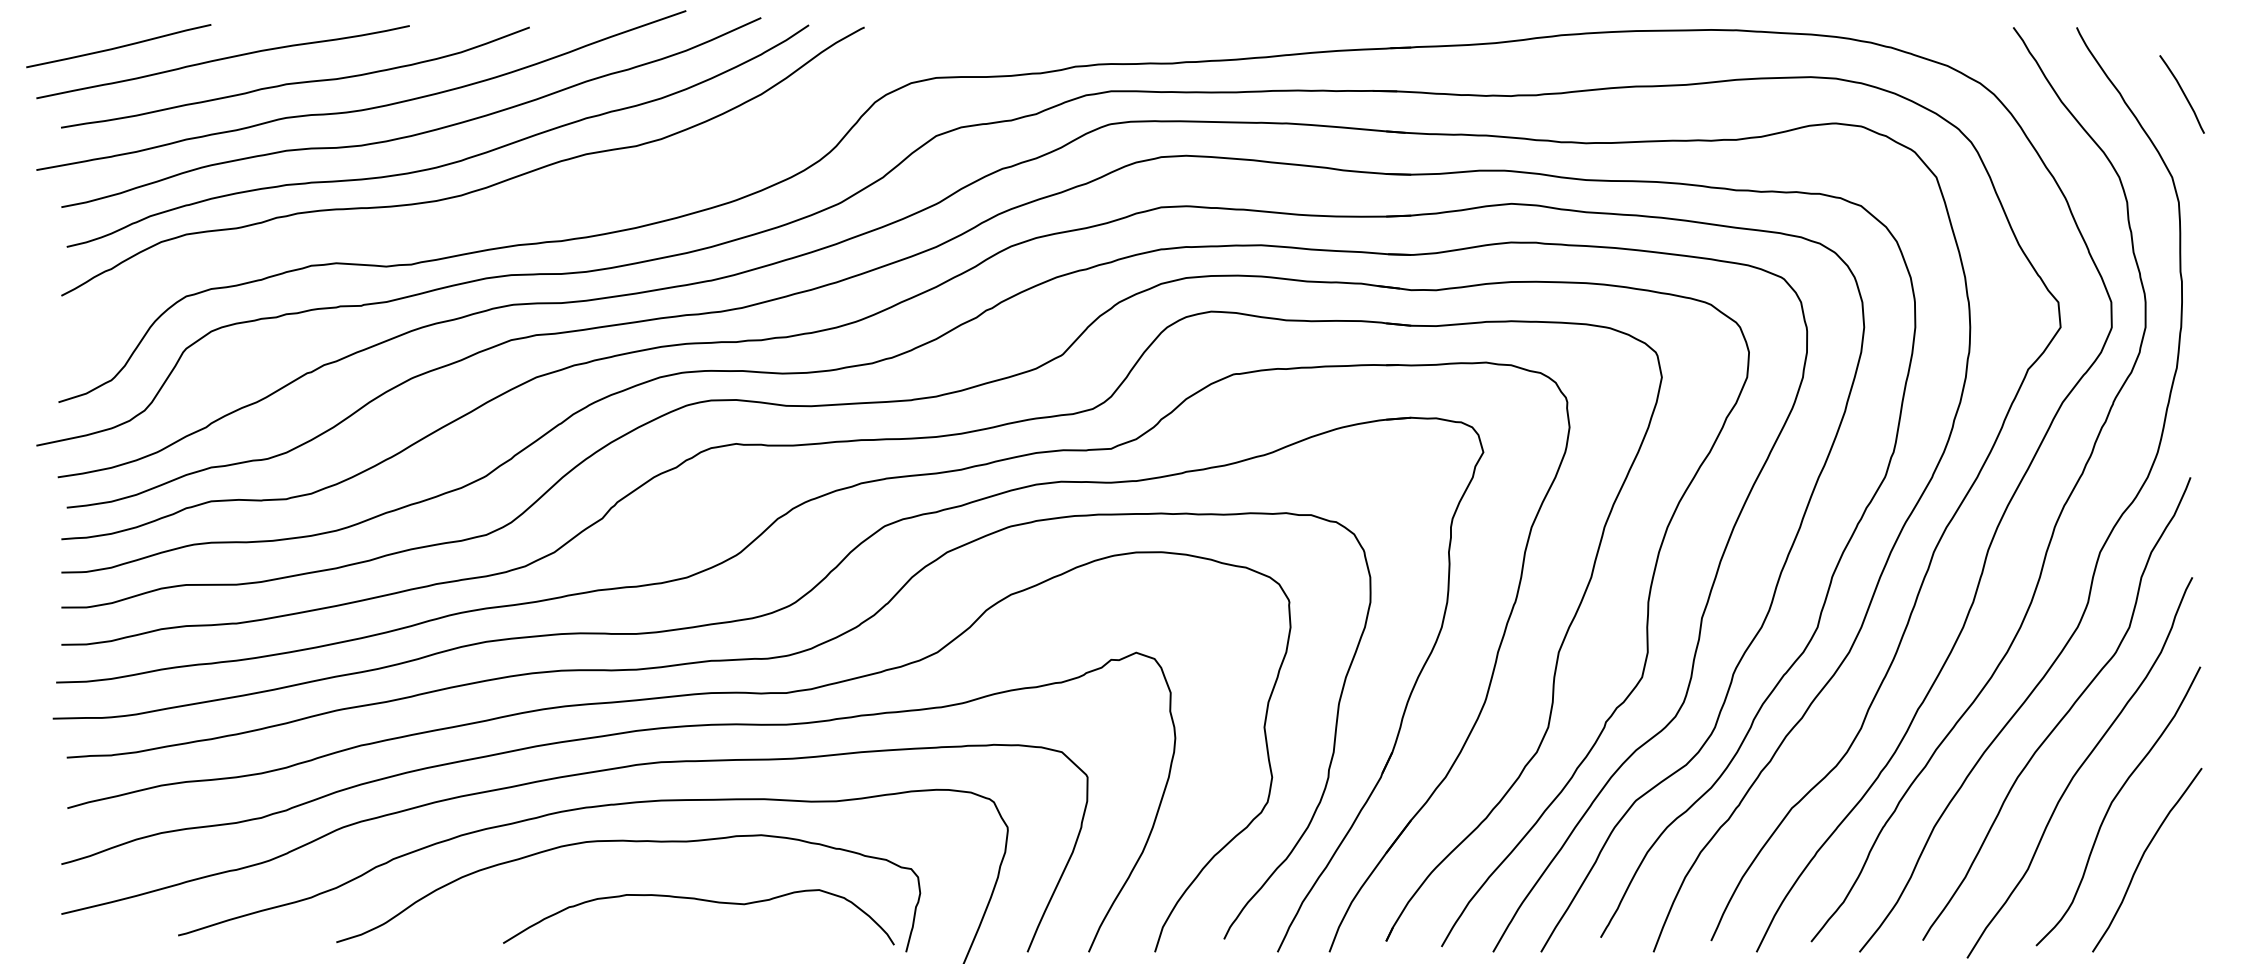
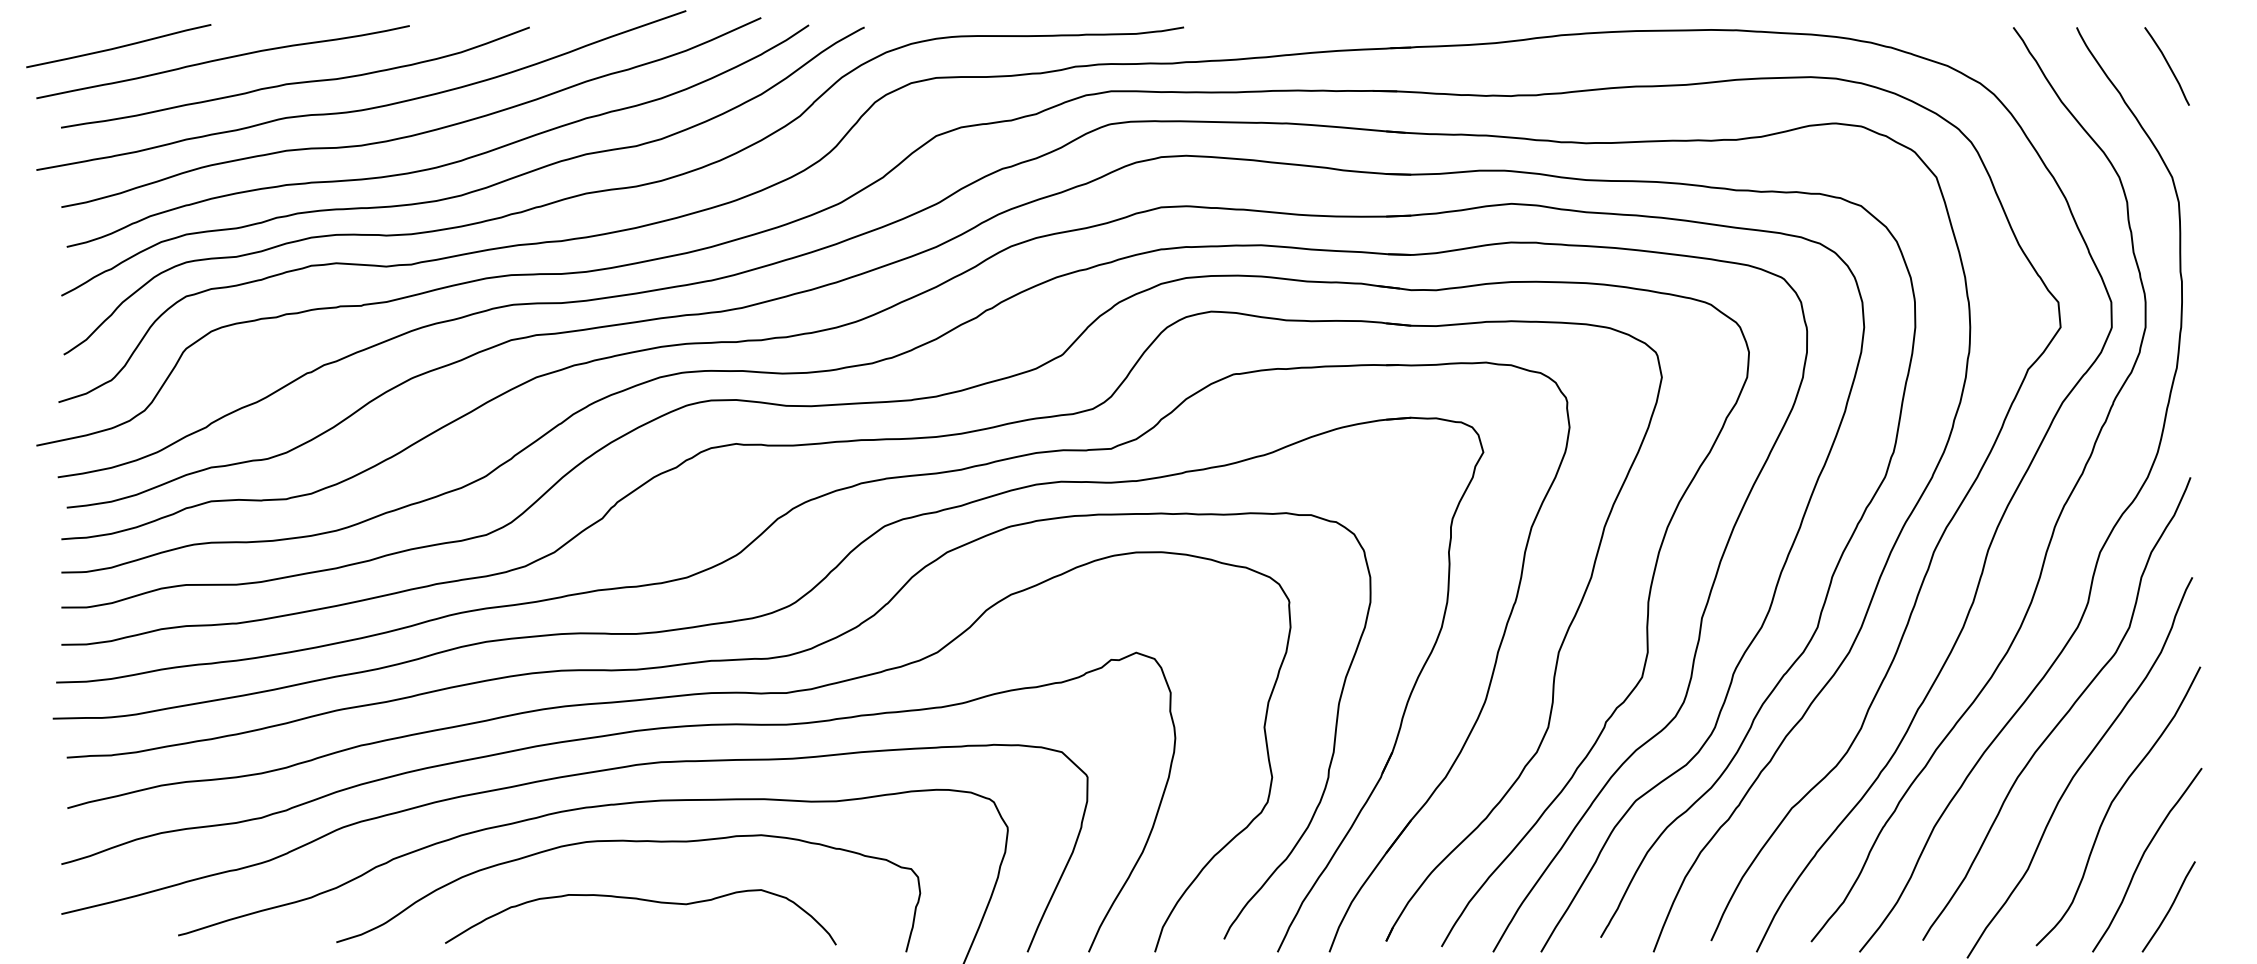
curve at (2182, 93) position: (2182, 93) -> (2167, 65)
curve at (623, 189): none -> present
curve at (698, 900) position: (698, 900) -> (640, 900)
curve at (2169, 907): none -> present
